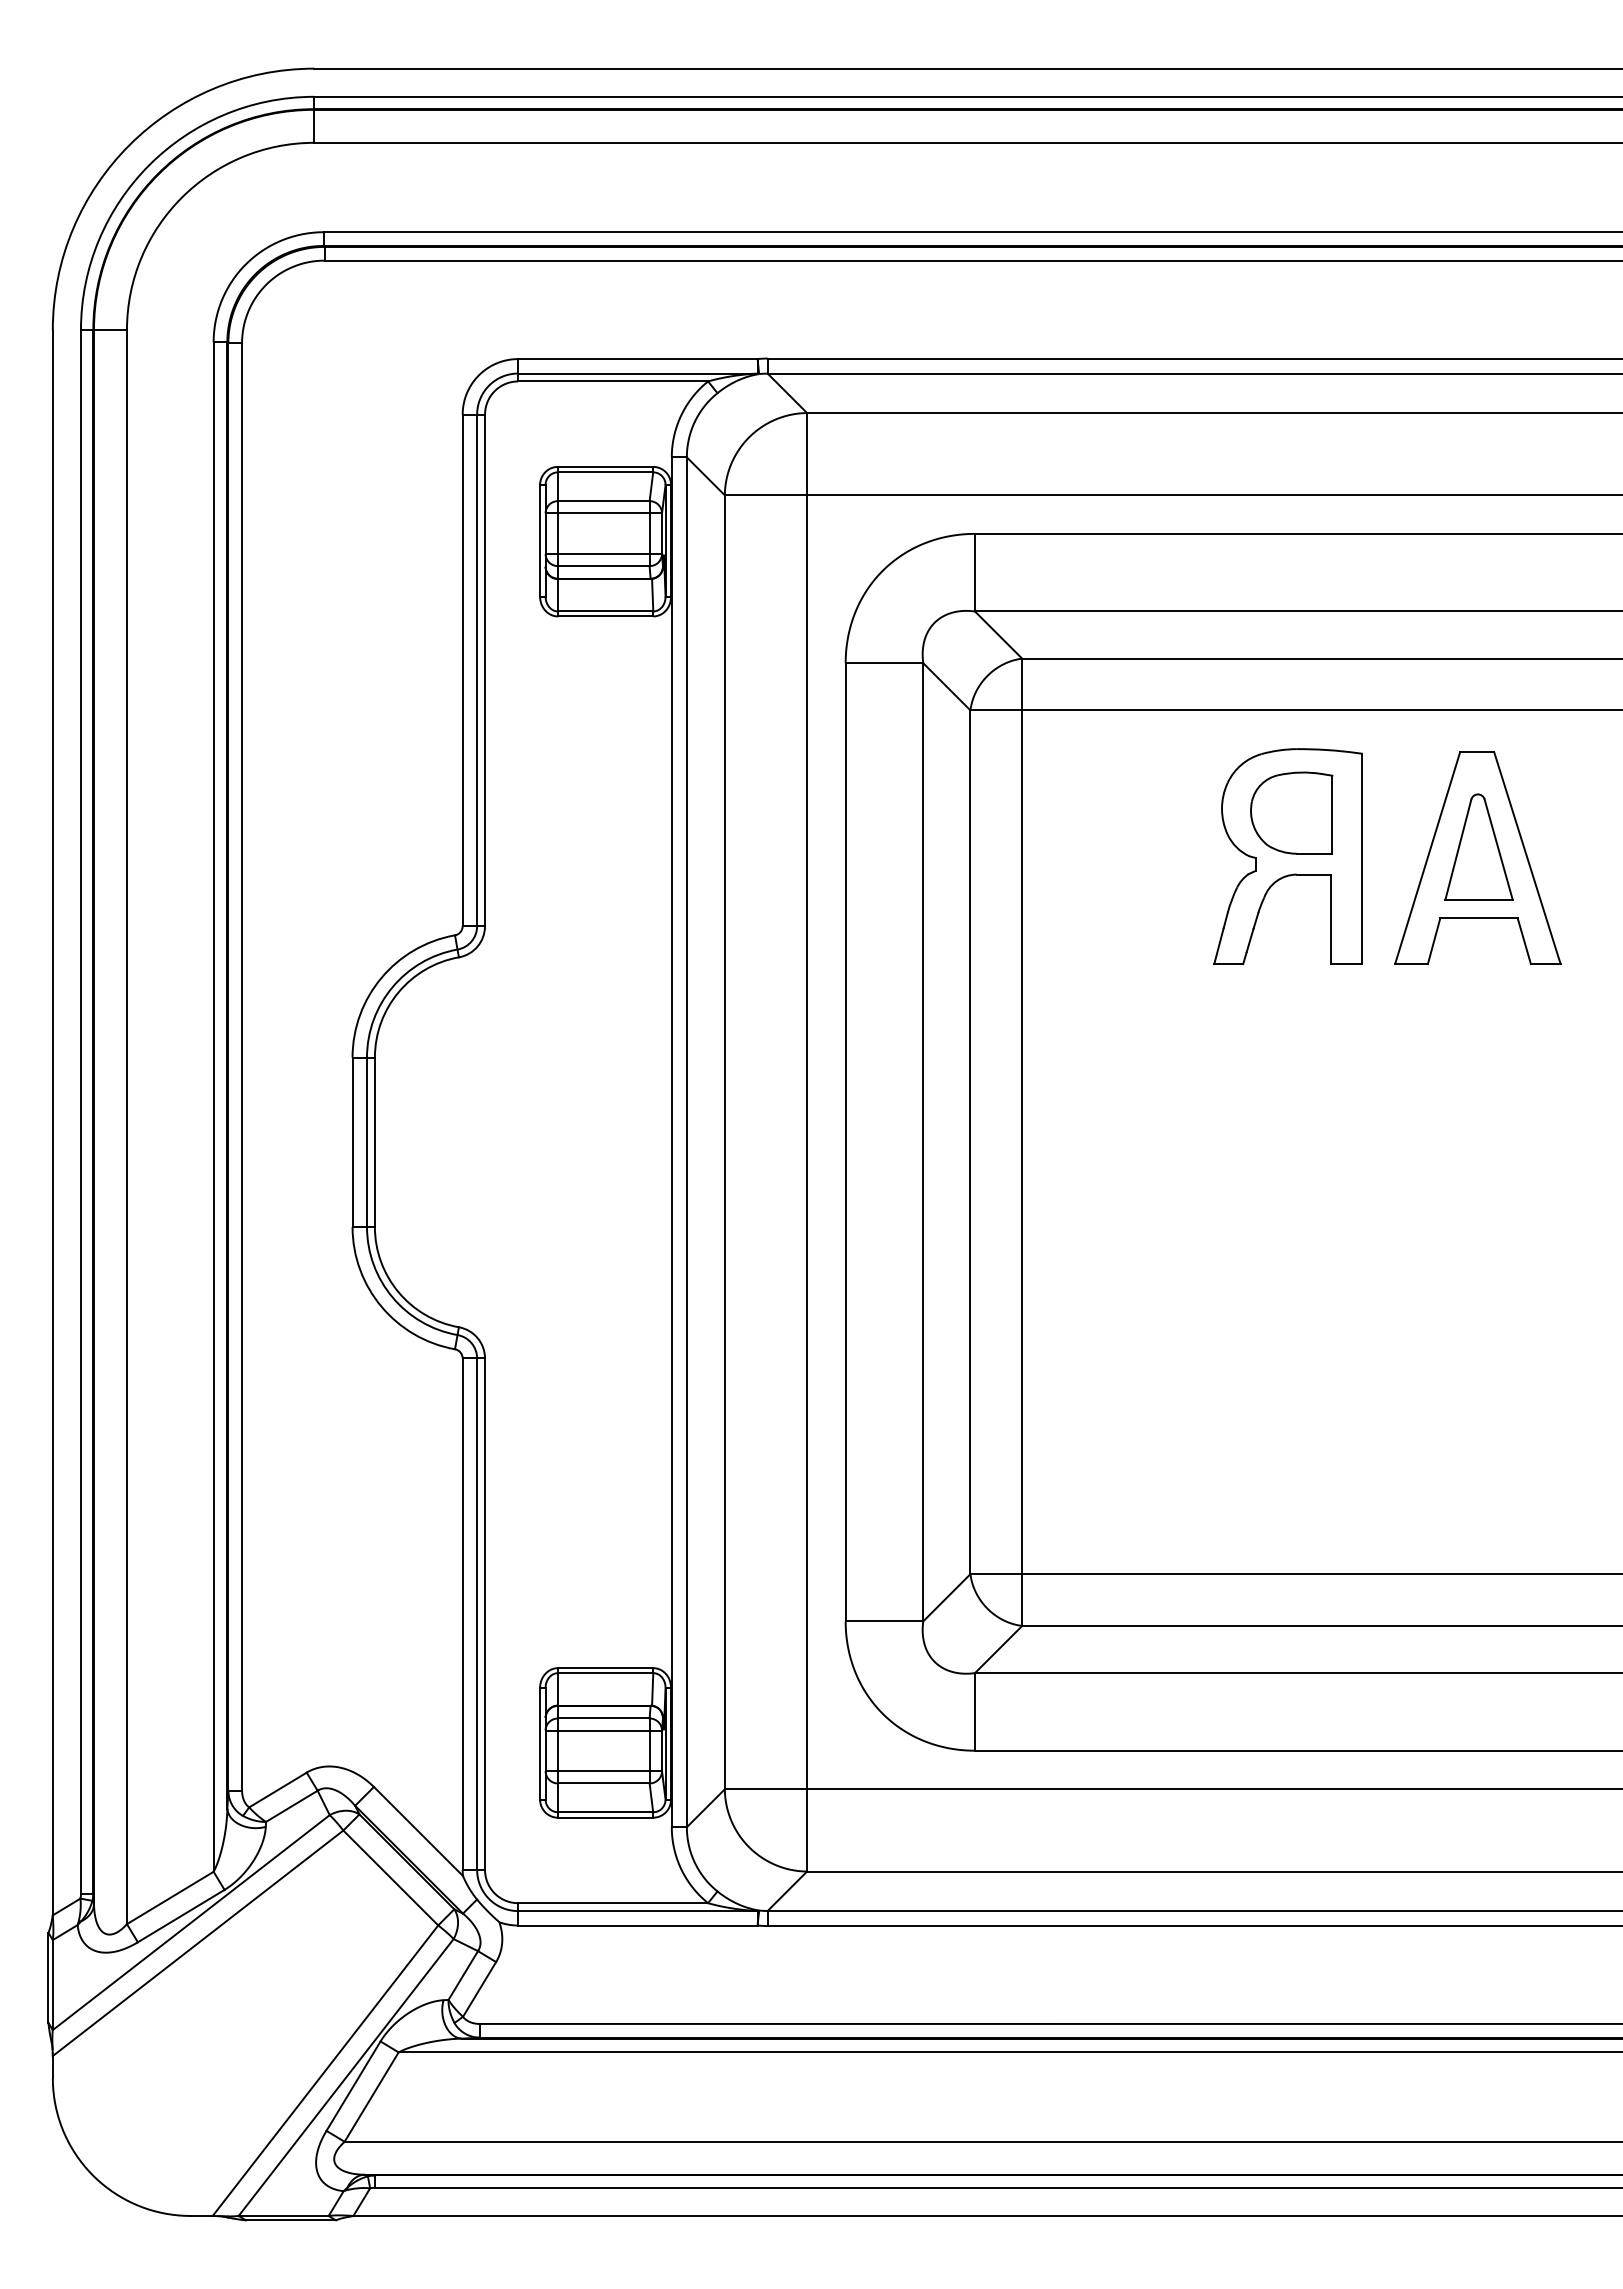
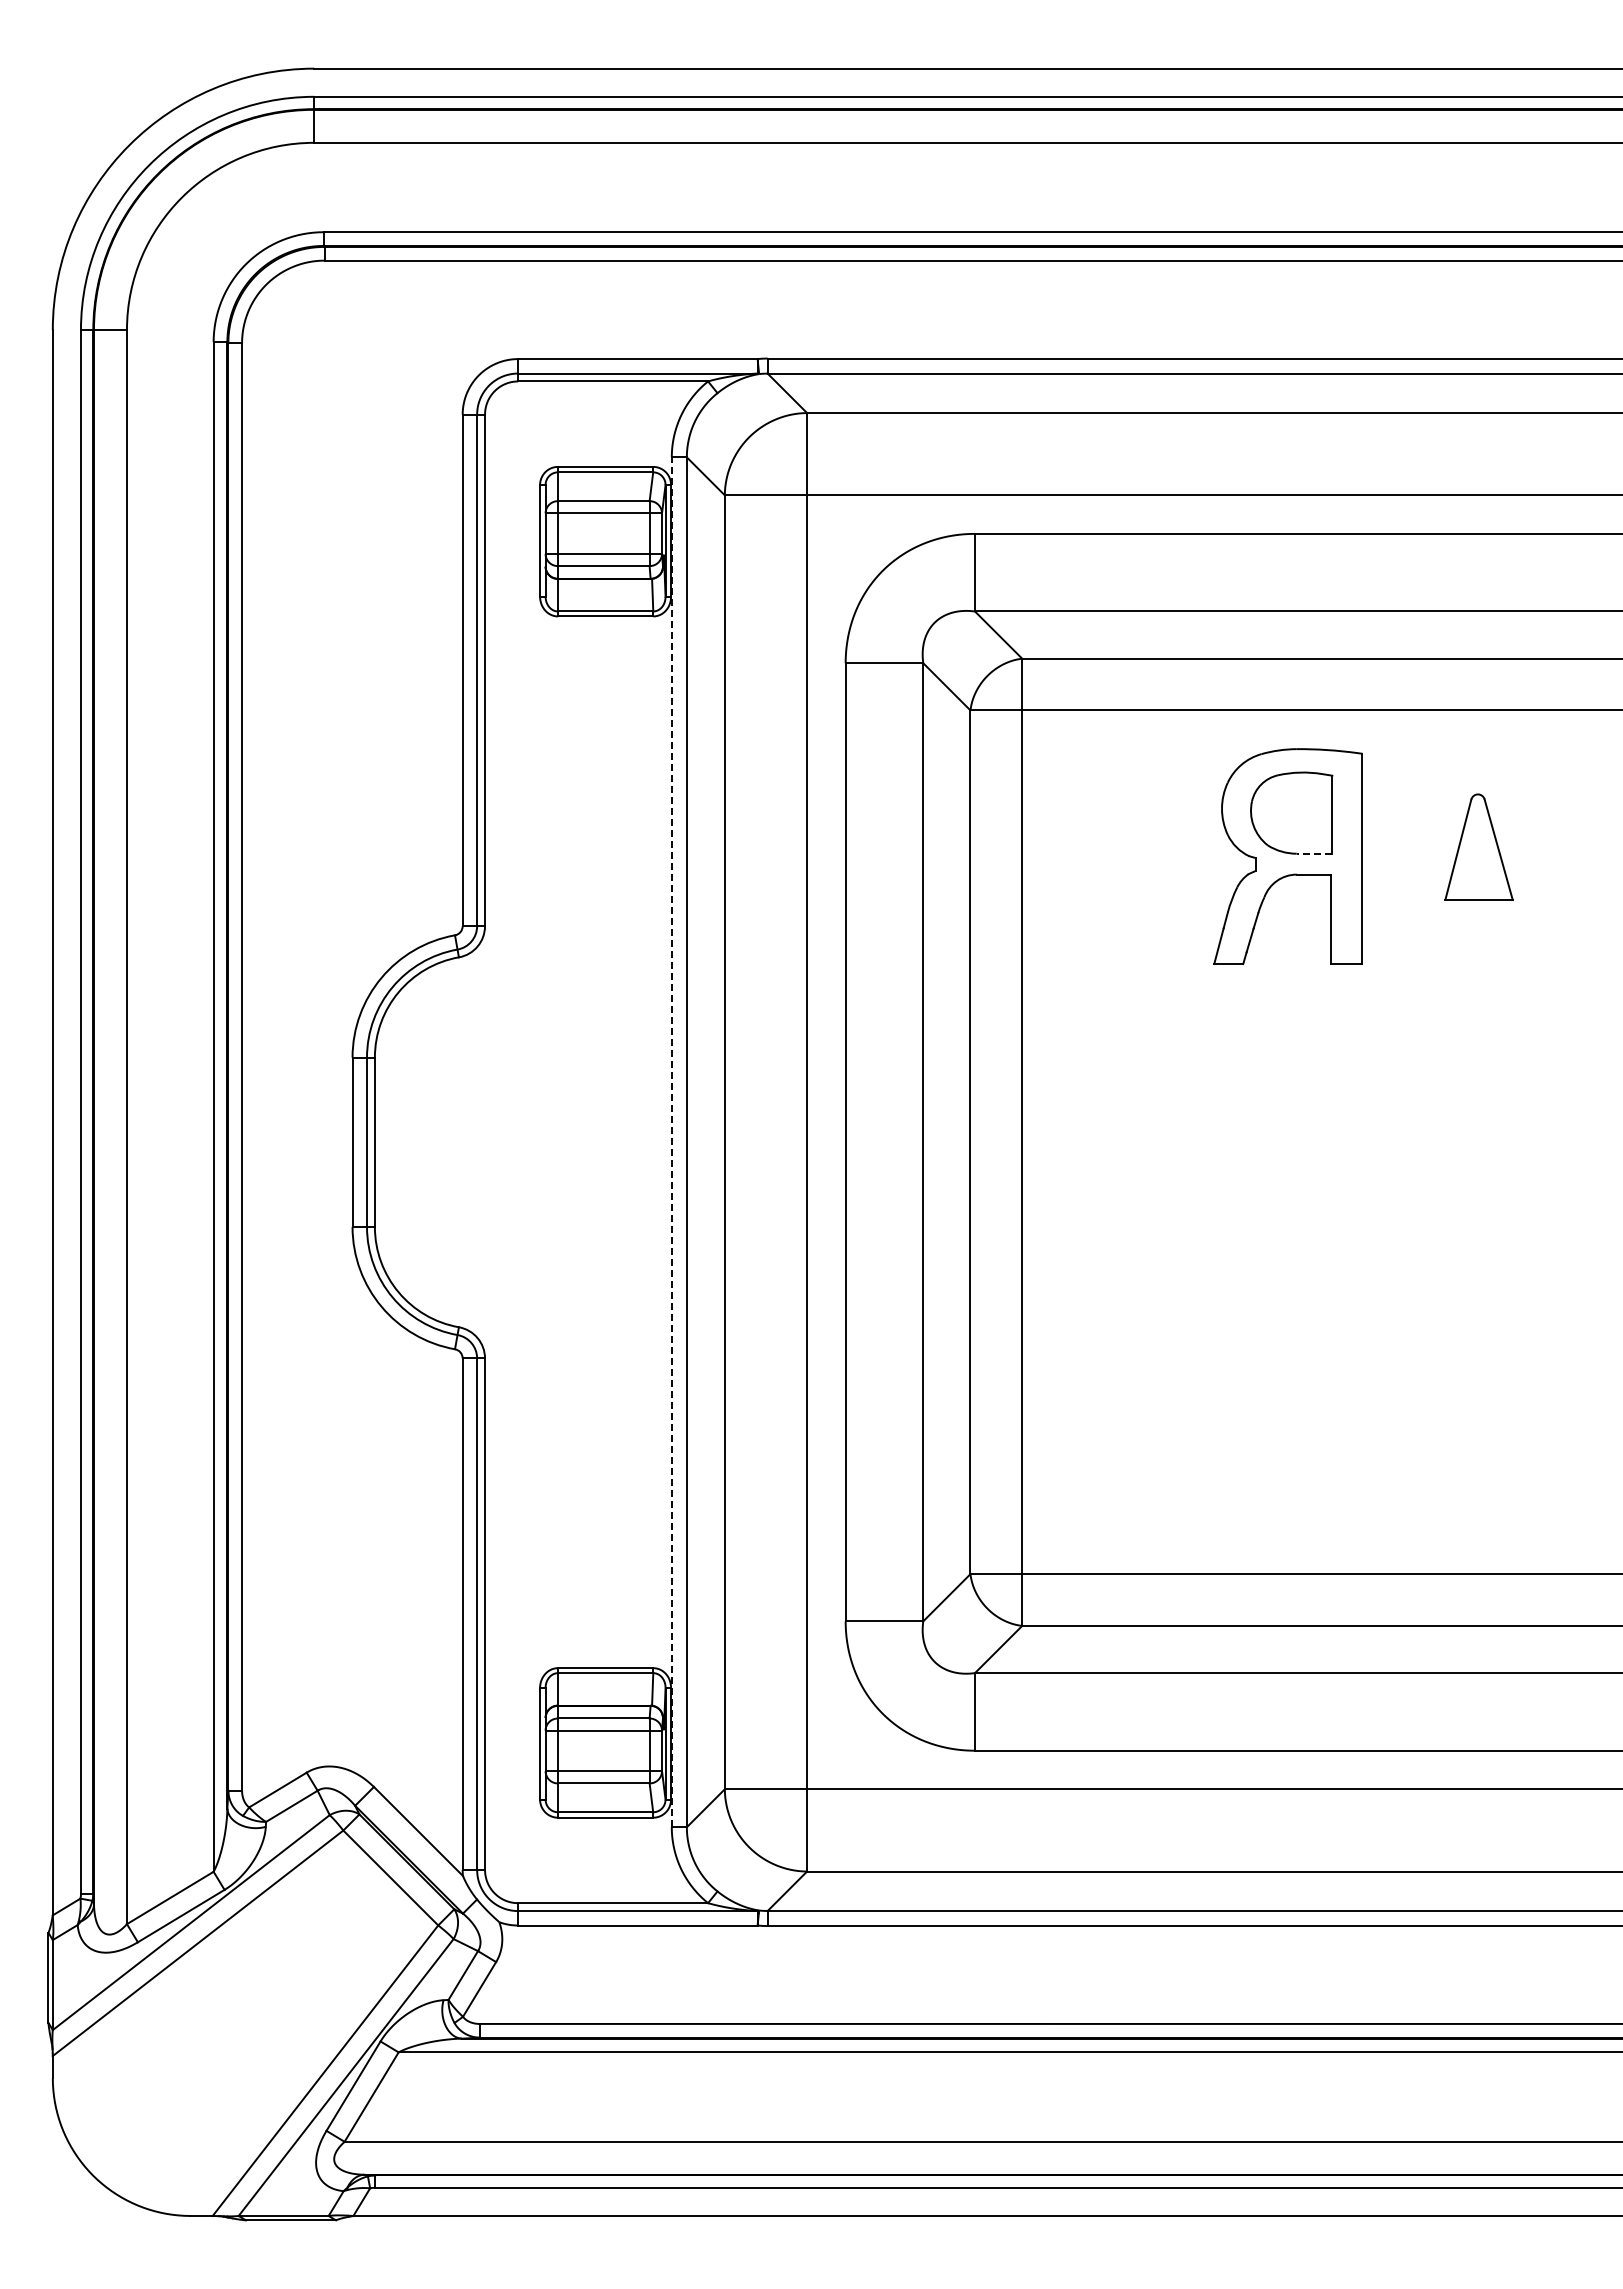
line at (1314, 853): solid -> dashed
part at (1477, 857): present -> none
line at (671, 1142): solid -> dashed
